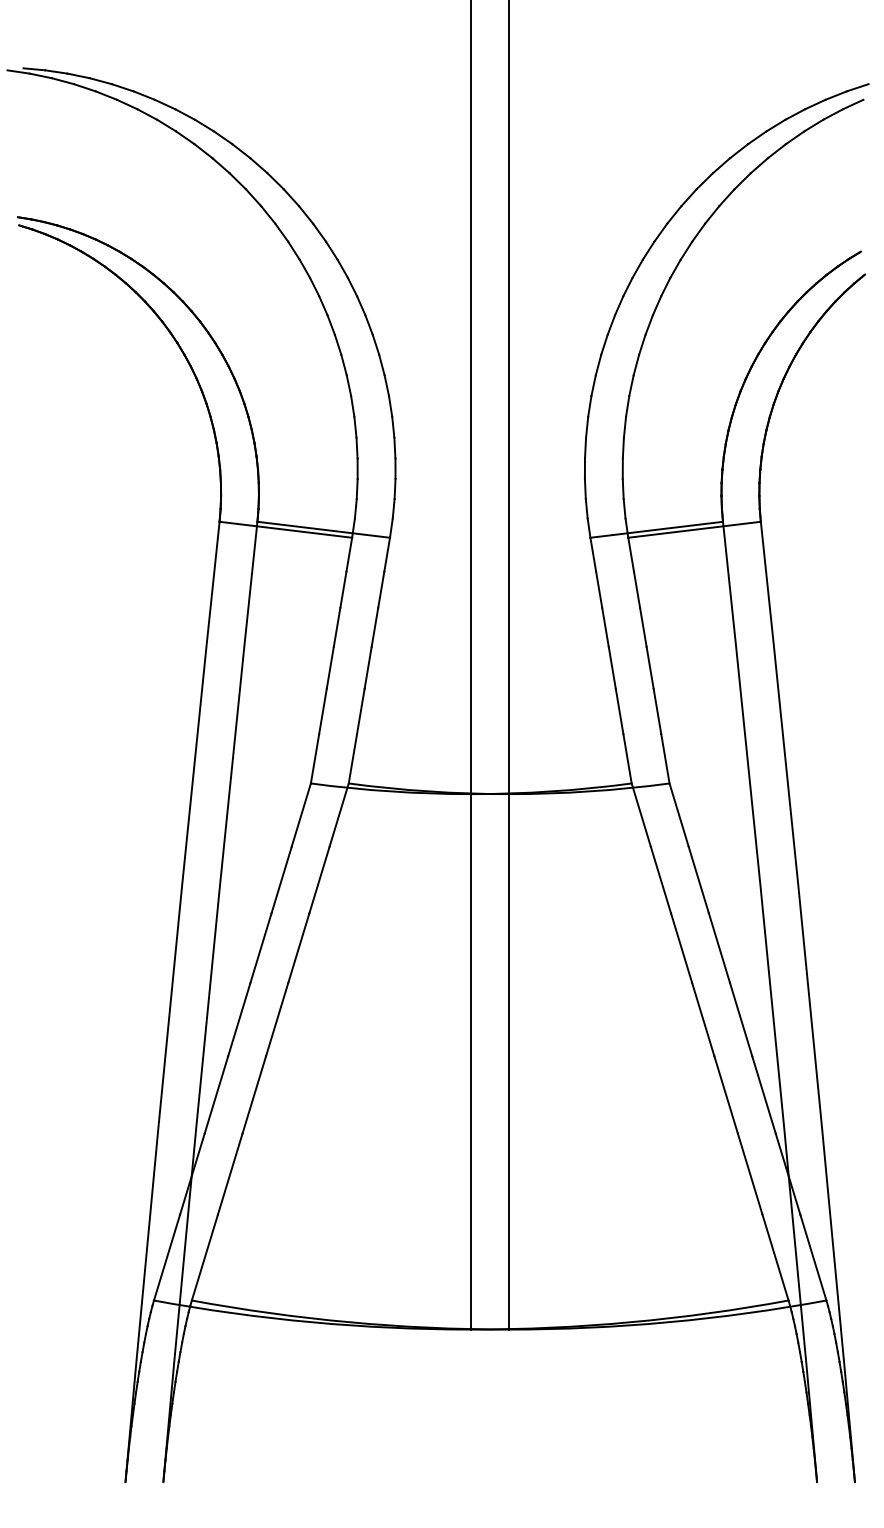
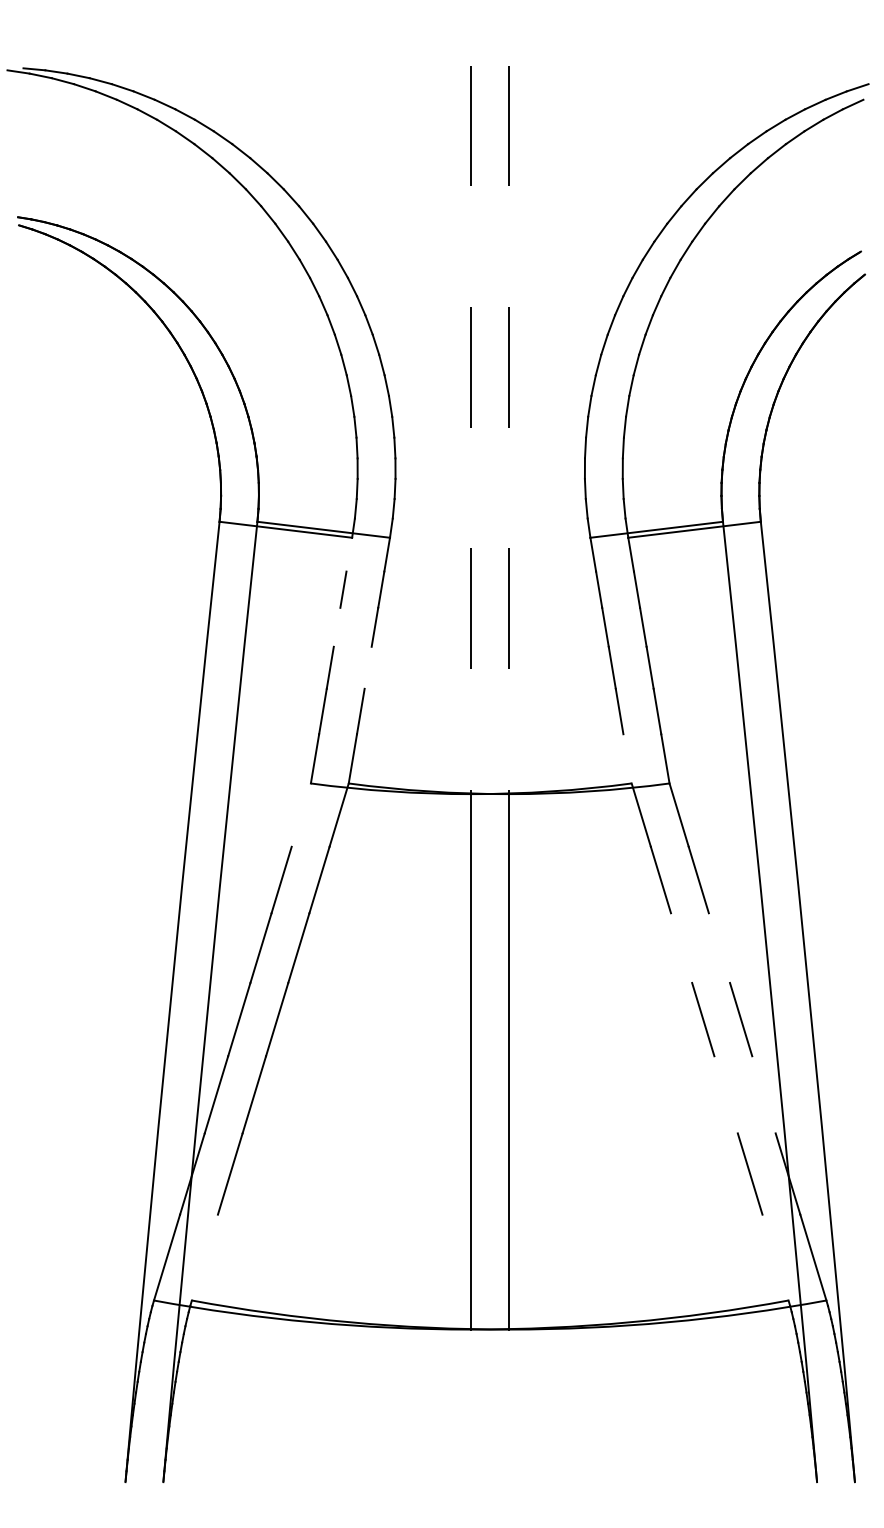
line at (471, 397): solid -> dashed
line at (509, 397): solid -> dashed
line at (349, 554): present -> none
line at (336, 626): present -> none
line at (367, 667): present -> none
line at (627, 758): present -> none
line at (300, 814): present -> none
line at (681, 947): present -> none
line at (719, 947): present -> none
line at (725, 1094): present -> none
line at (763, 1094): present -> none
line at (204, 1257): present -> none
line at (775, 1257): present -> none
